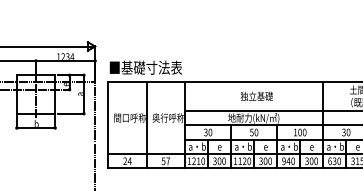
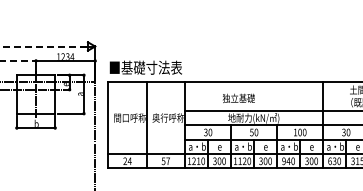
line at (43, 46): solid -> dashed
line at (18, 60): solid -> dashed
text at (256, 95) position: (256, 95) -> (238, 97)
